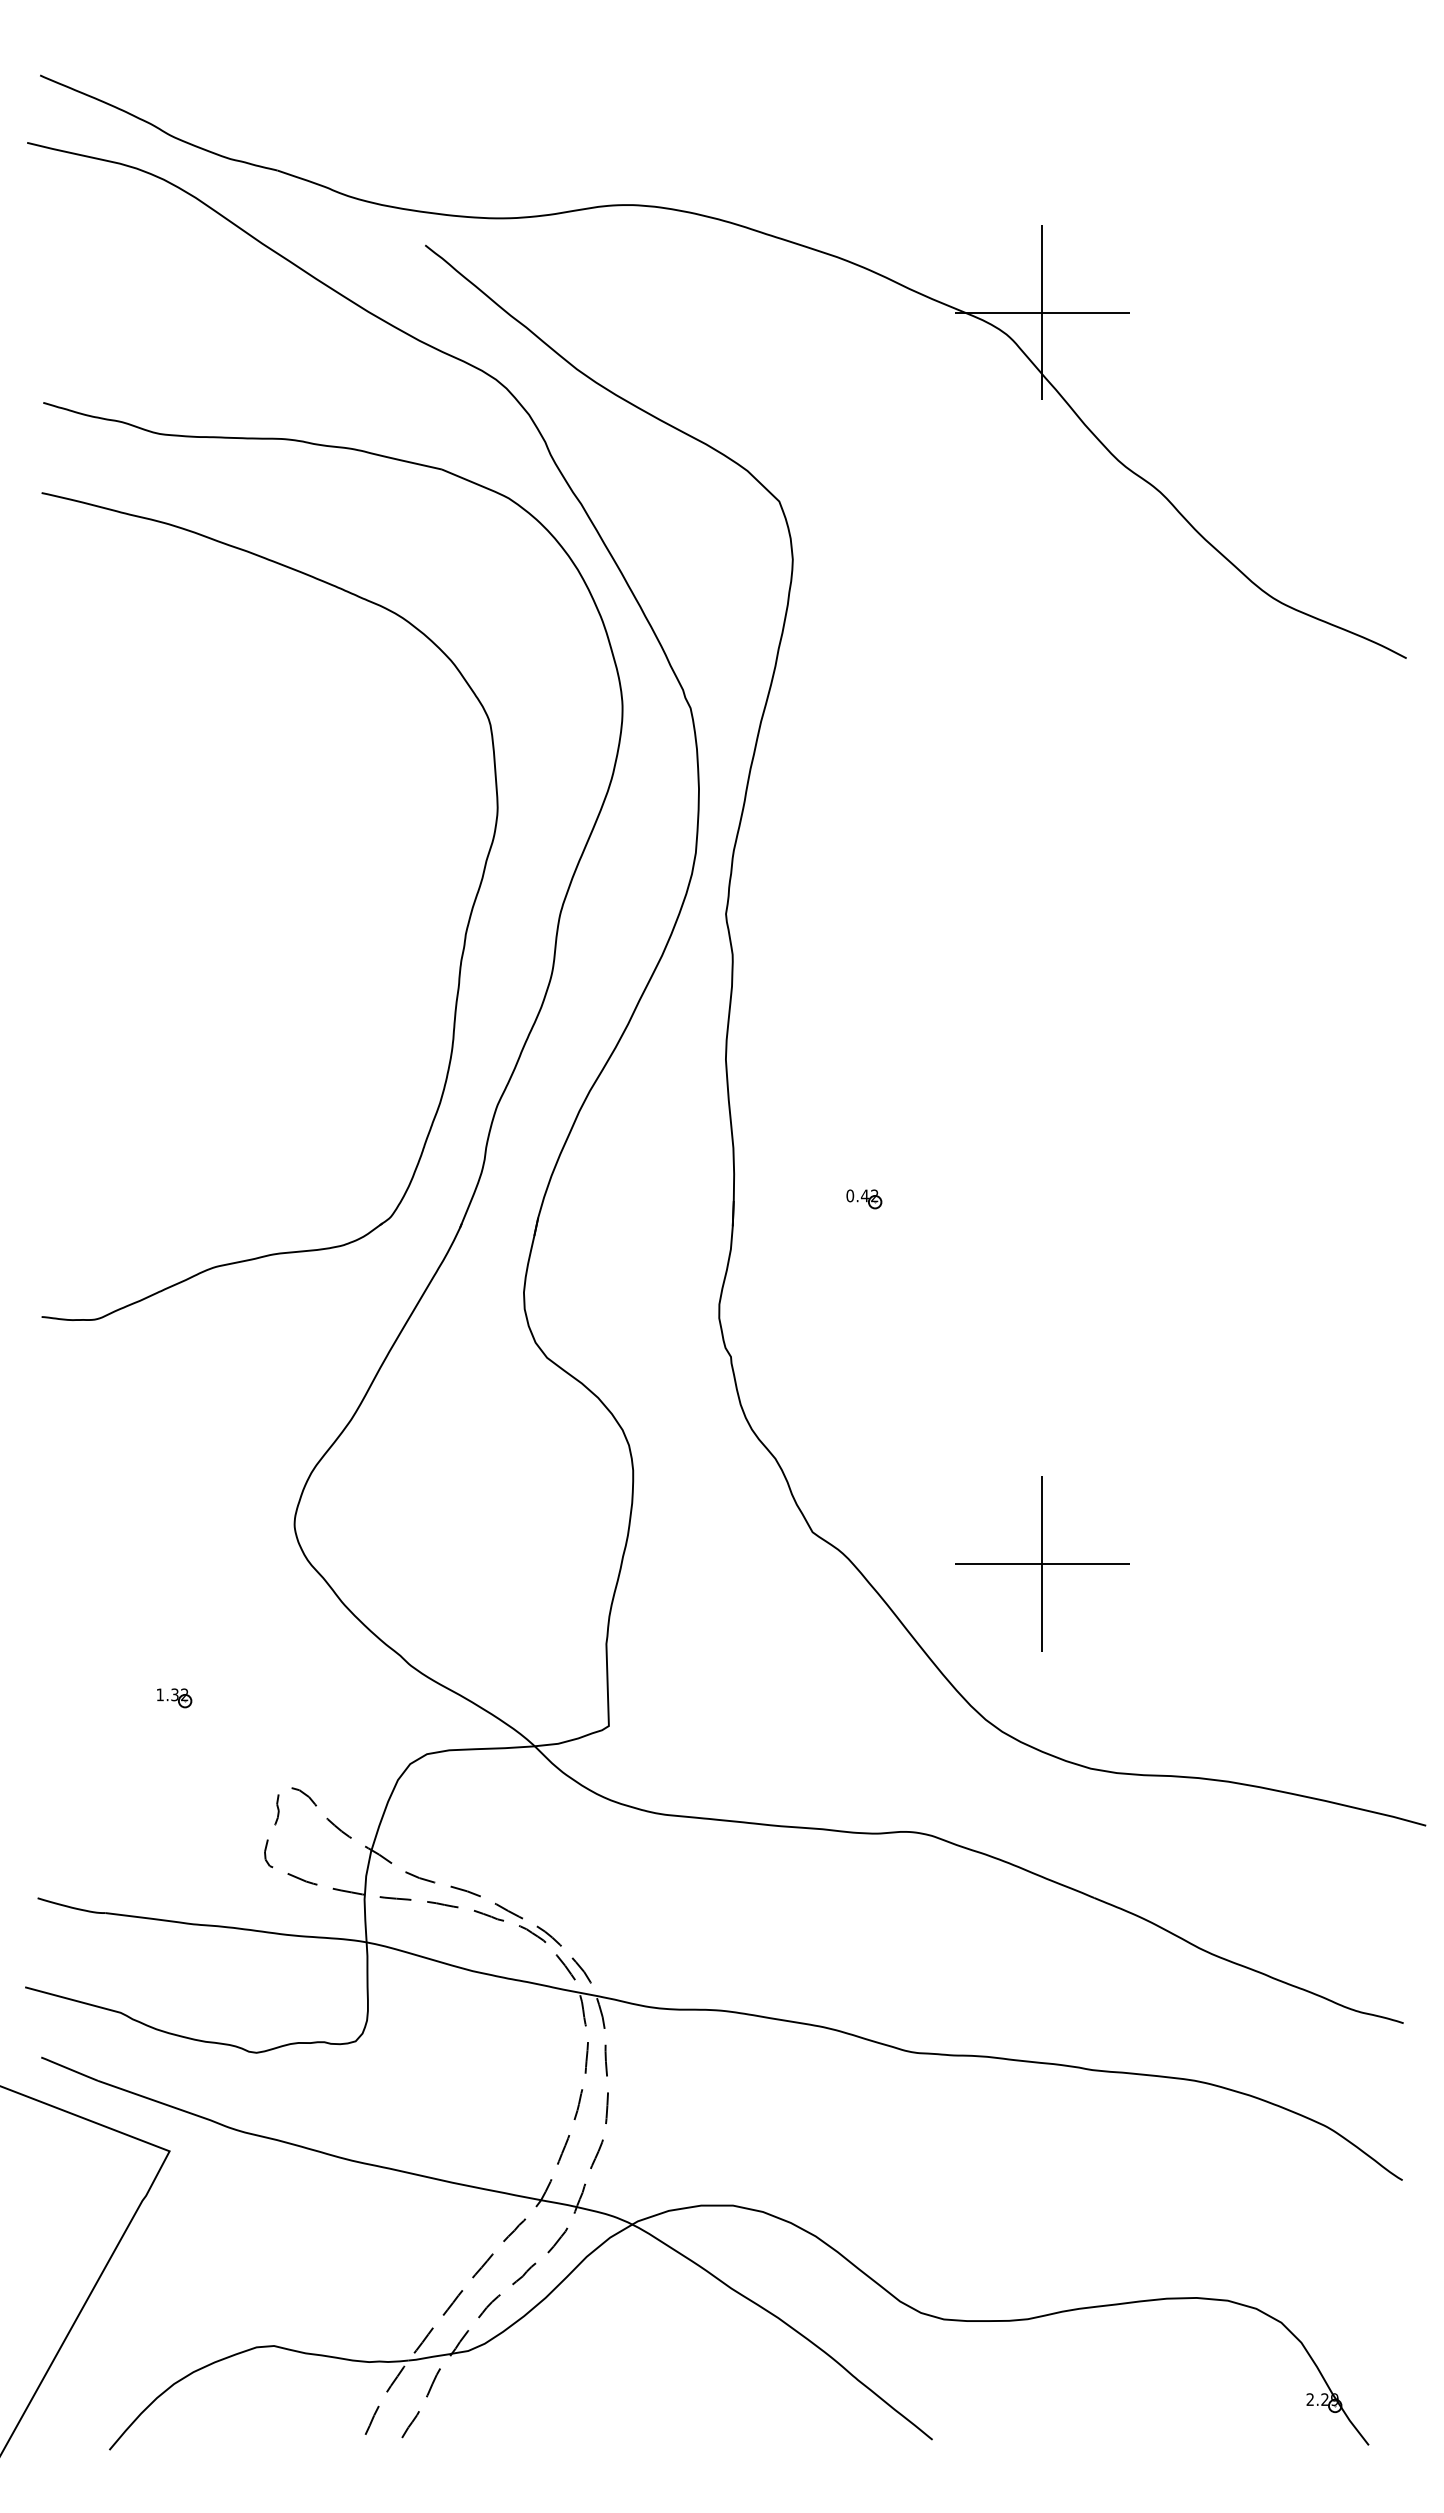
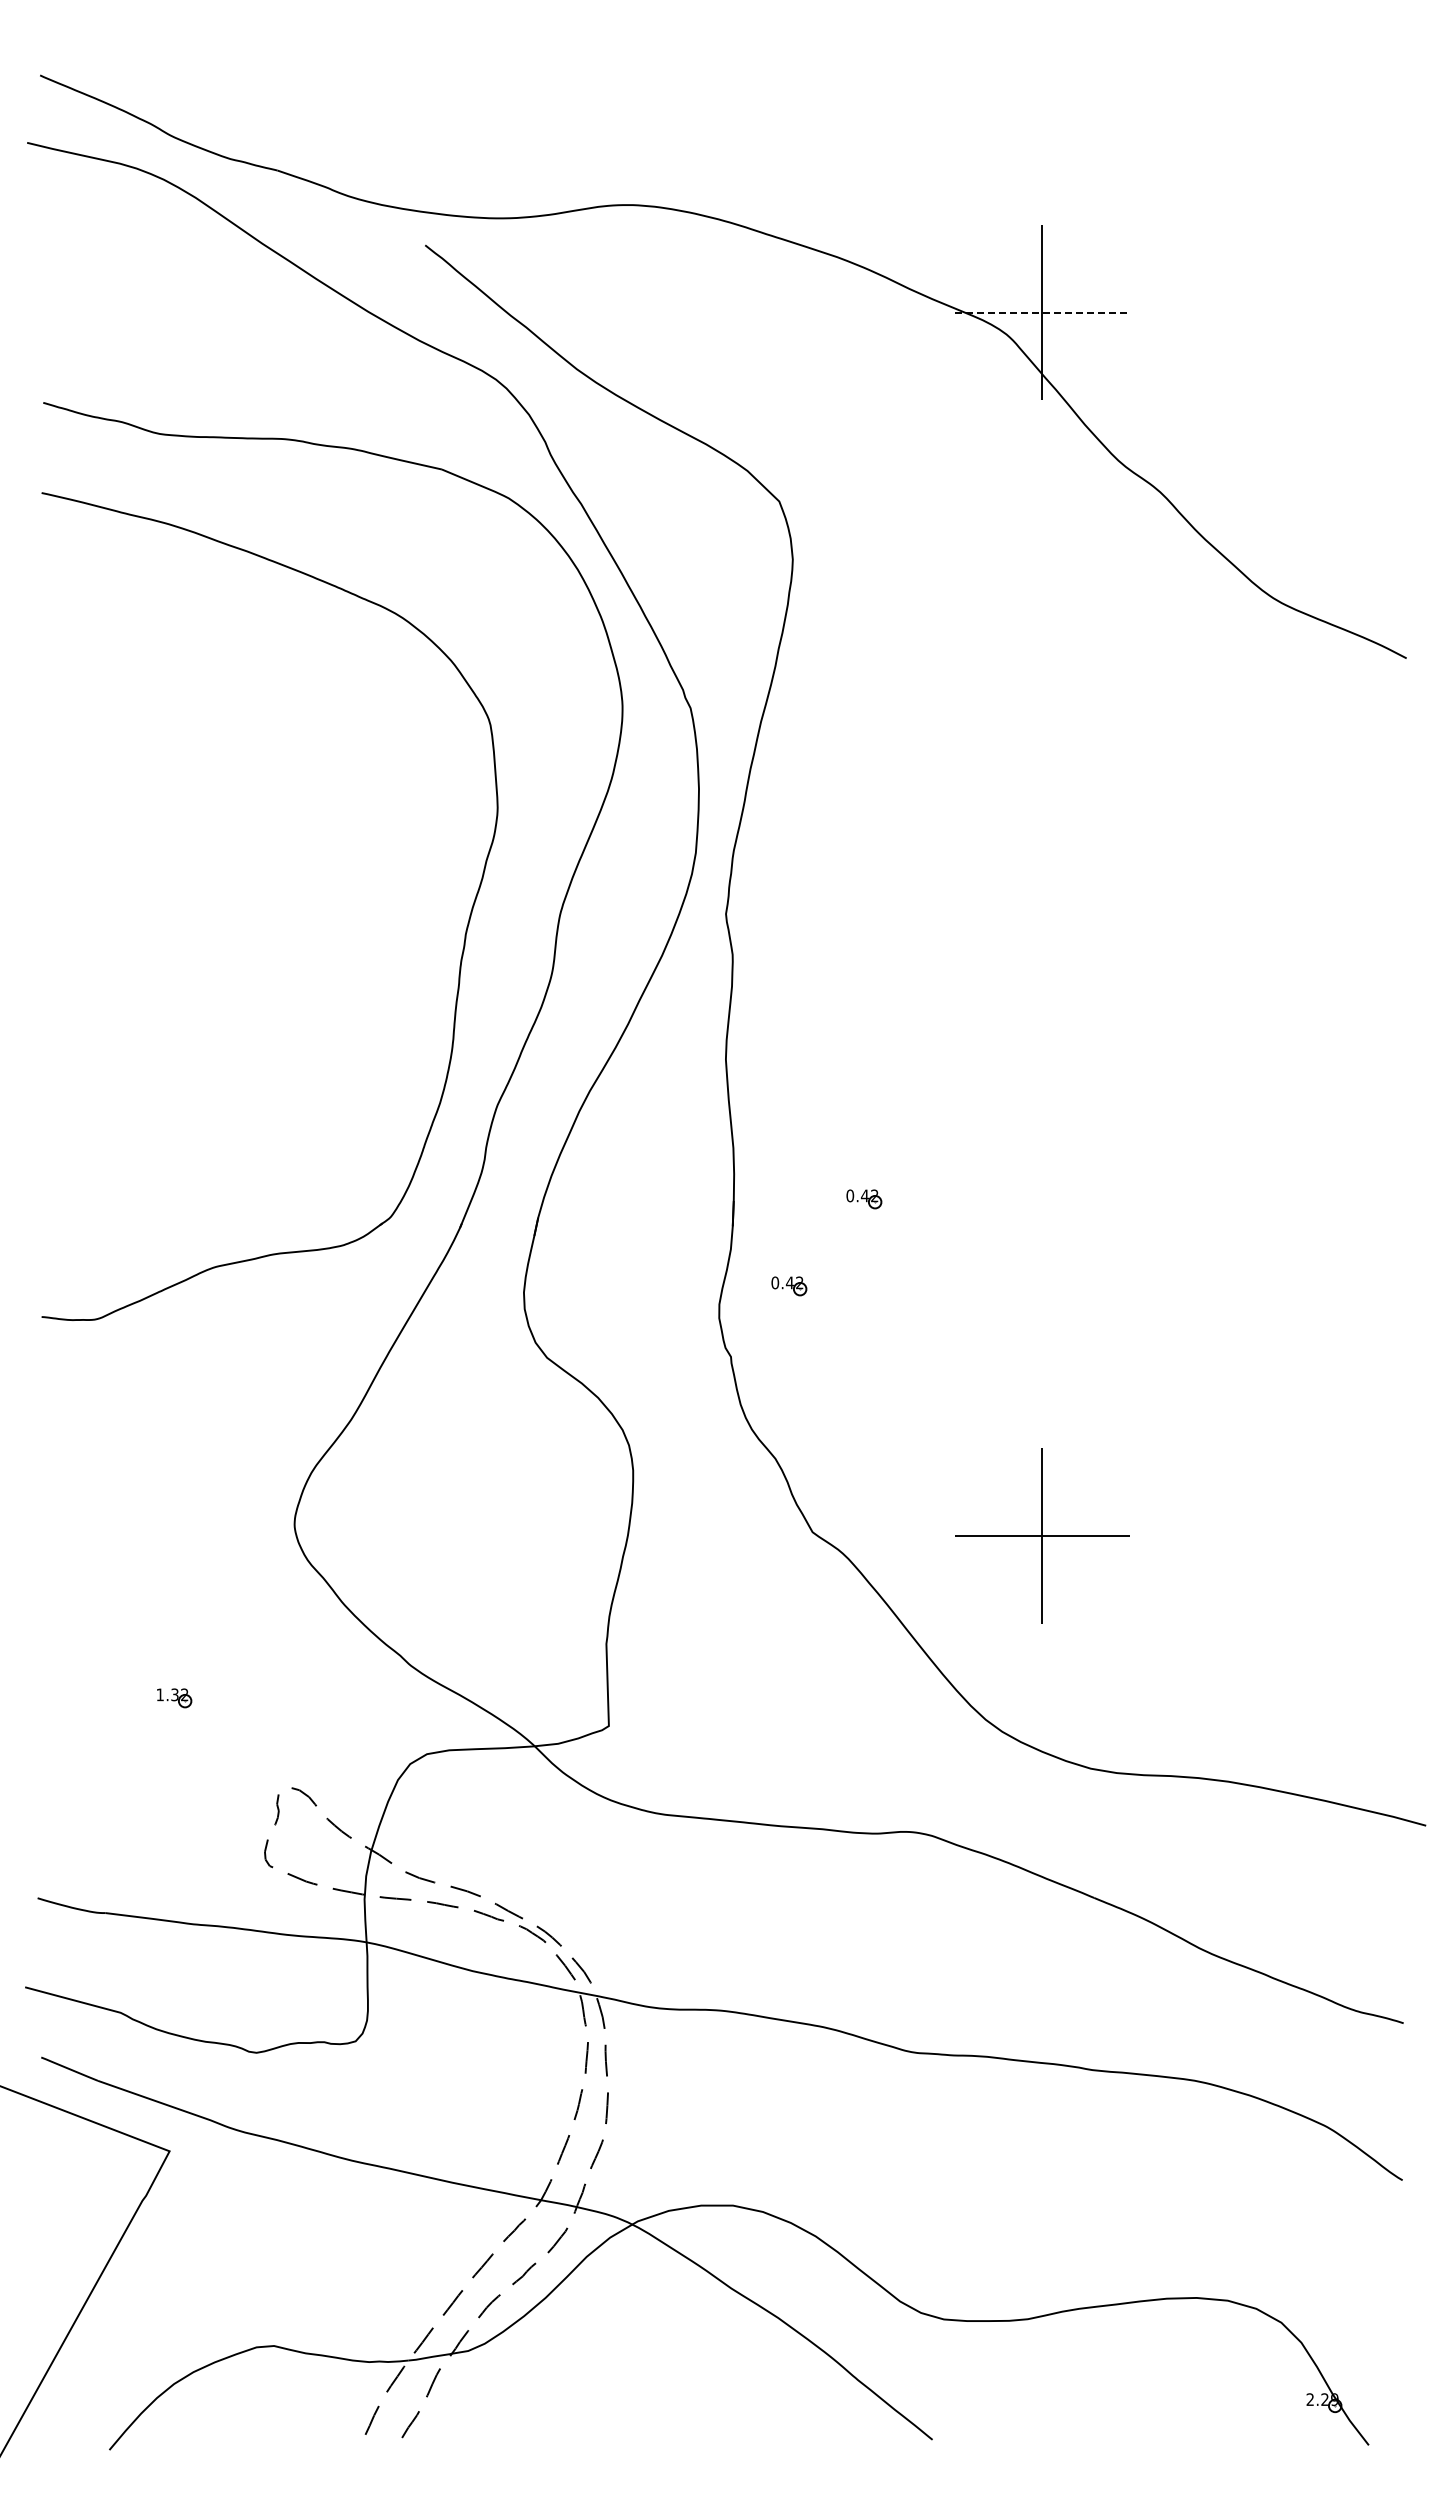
line at (1042, 312): solid -> dashed
part at (789, 1286): none -> present
part at (1042, 1563) position: (1042, 1563) -> (1042, 1535)
